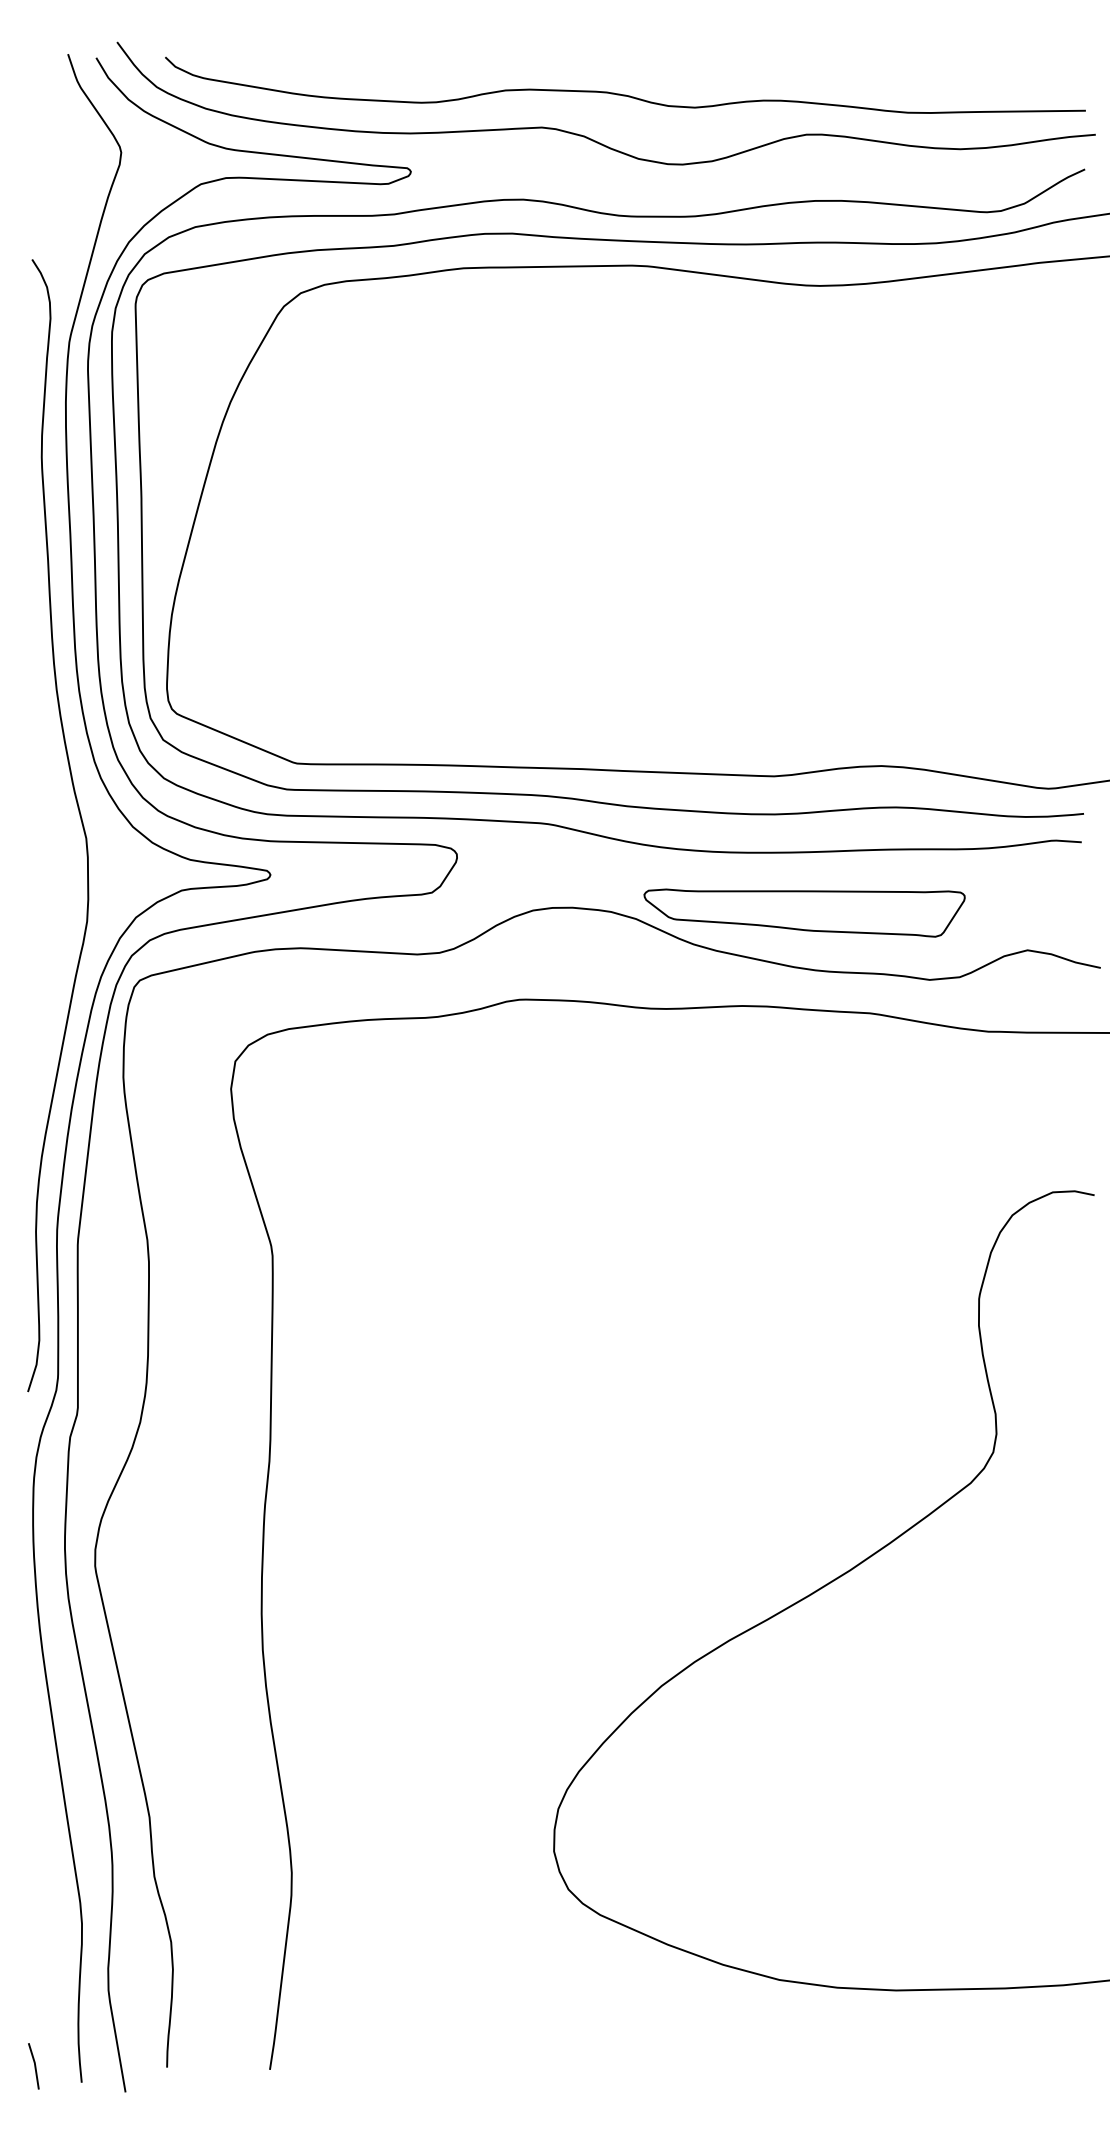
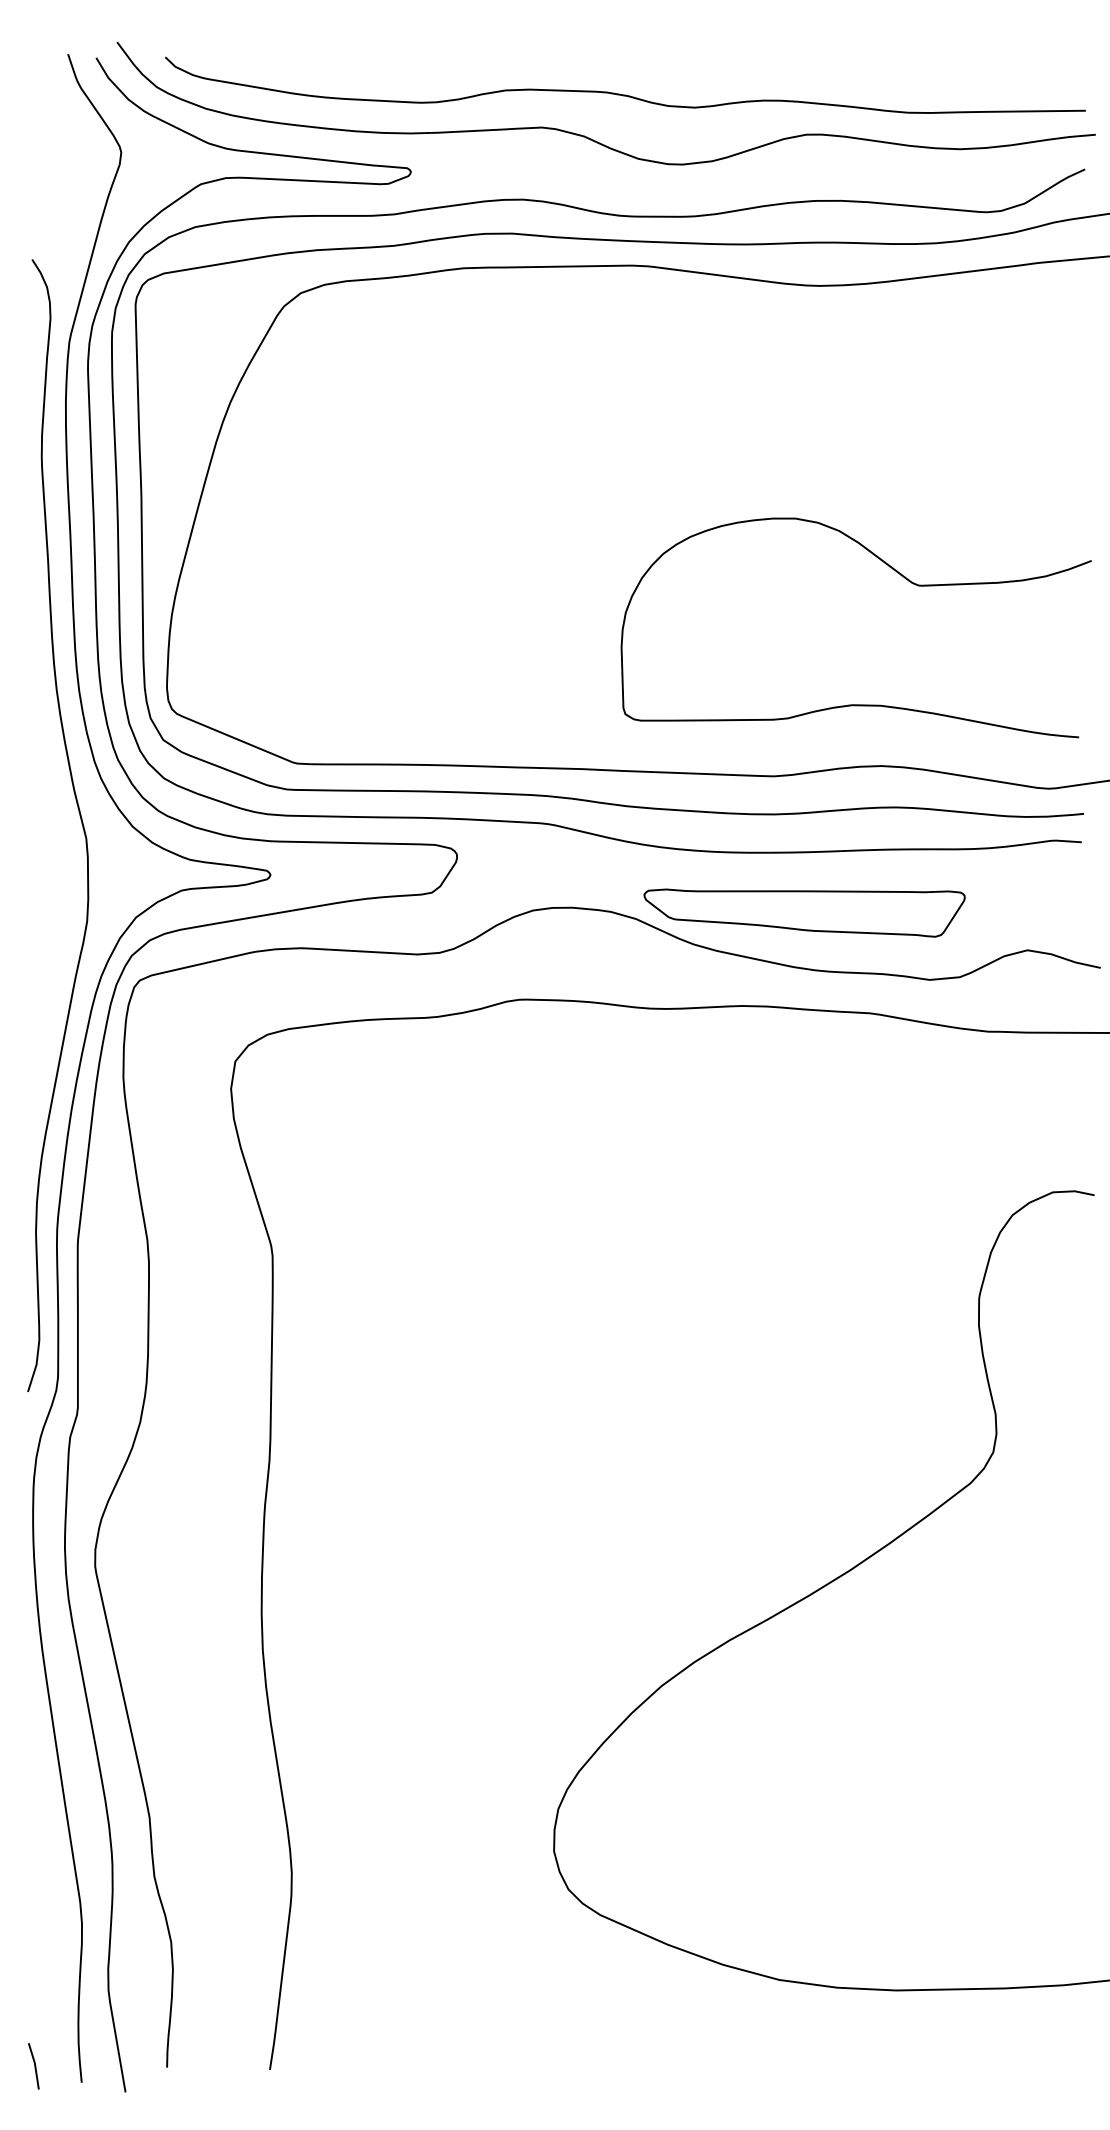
curve at (897, 573): none -> present
